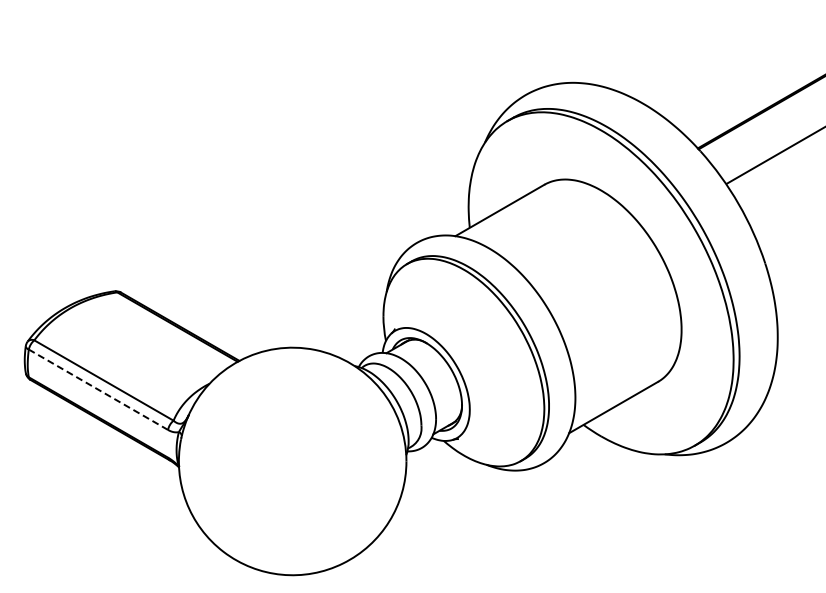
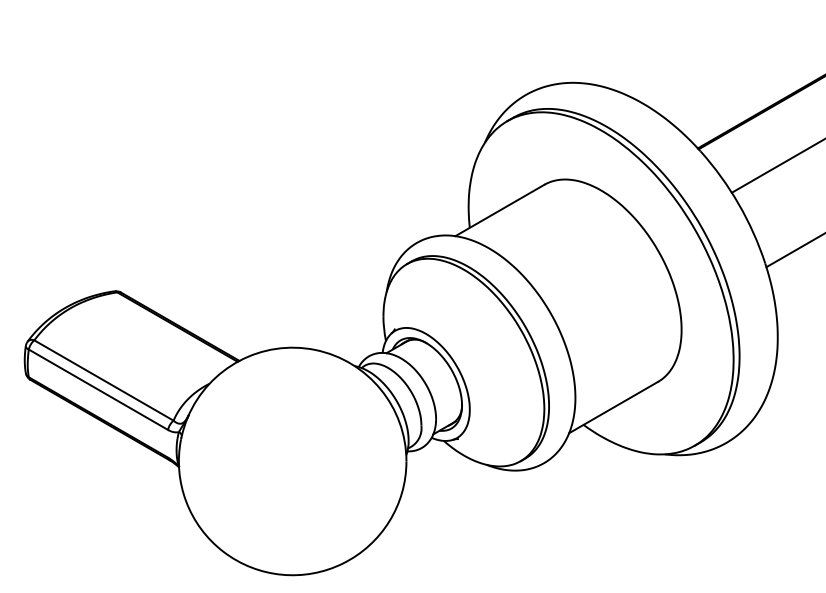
line at (774, 155) position: (774, 155) -> (776, 166)
line at (794, 250): none -> present
line at (98, 389): dashed -> solid
